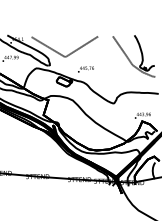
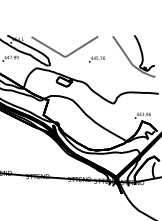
text at (85, 69) position: (85, 69) -> (96, 59)
